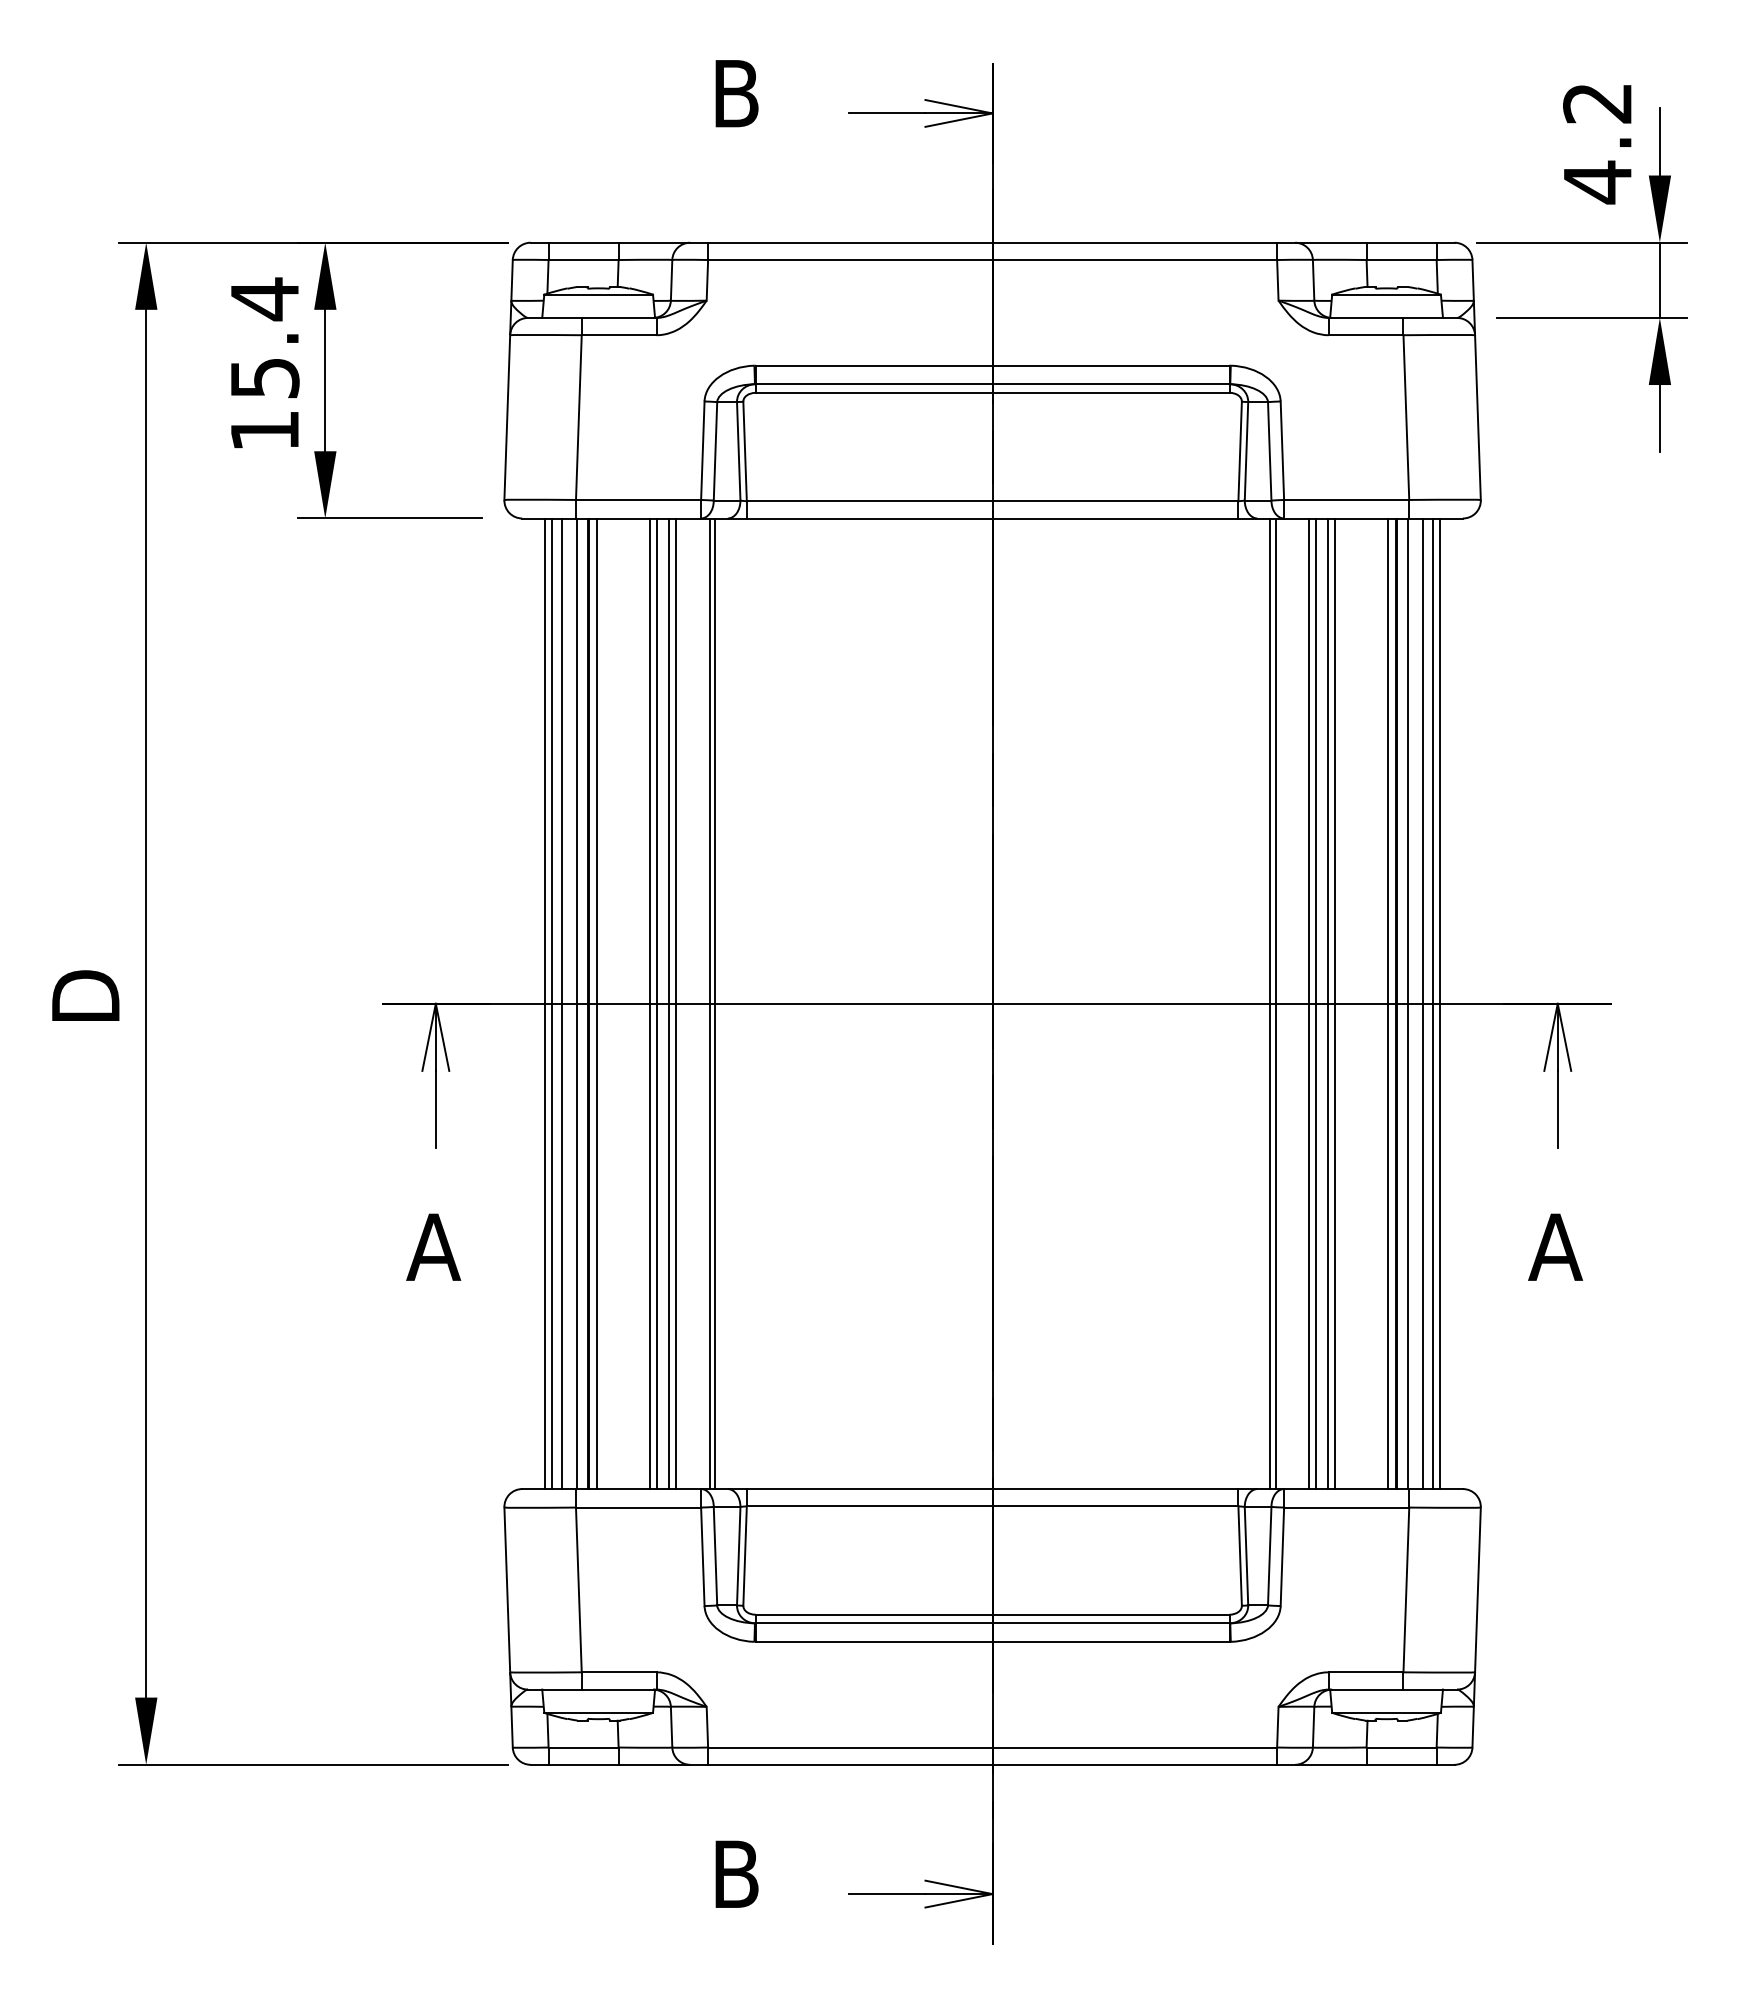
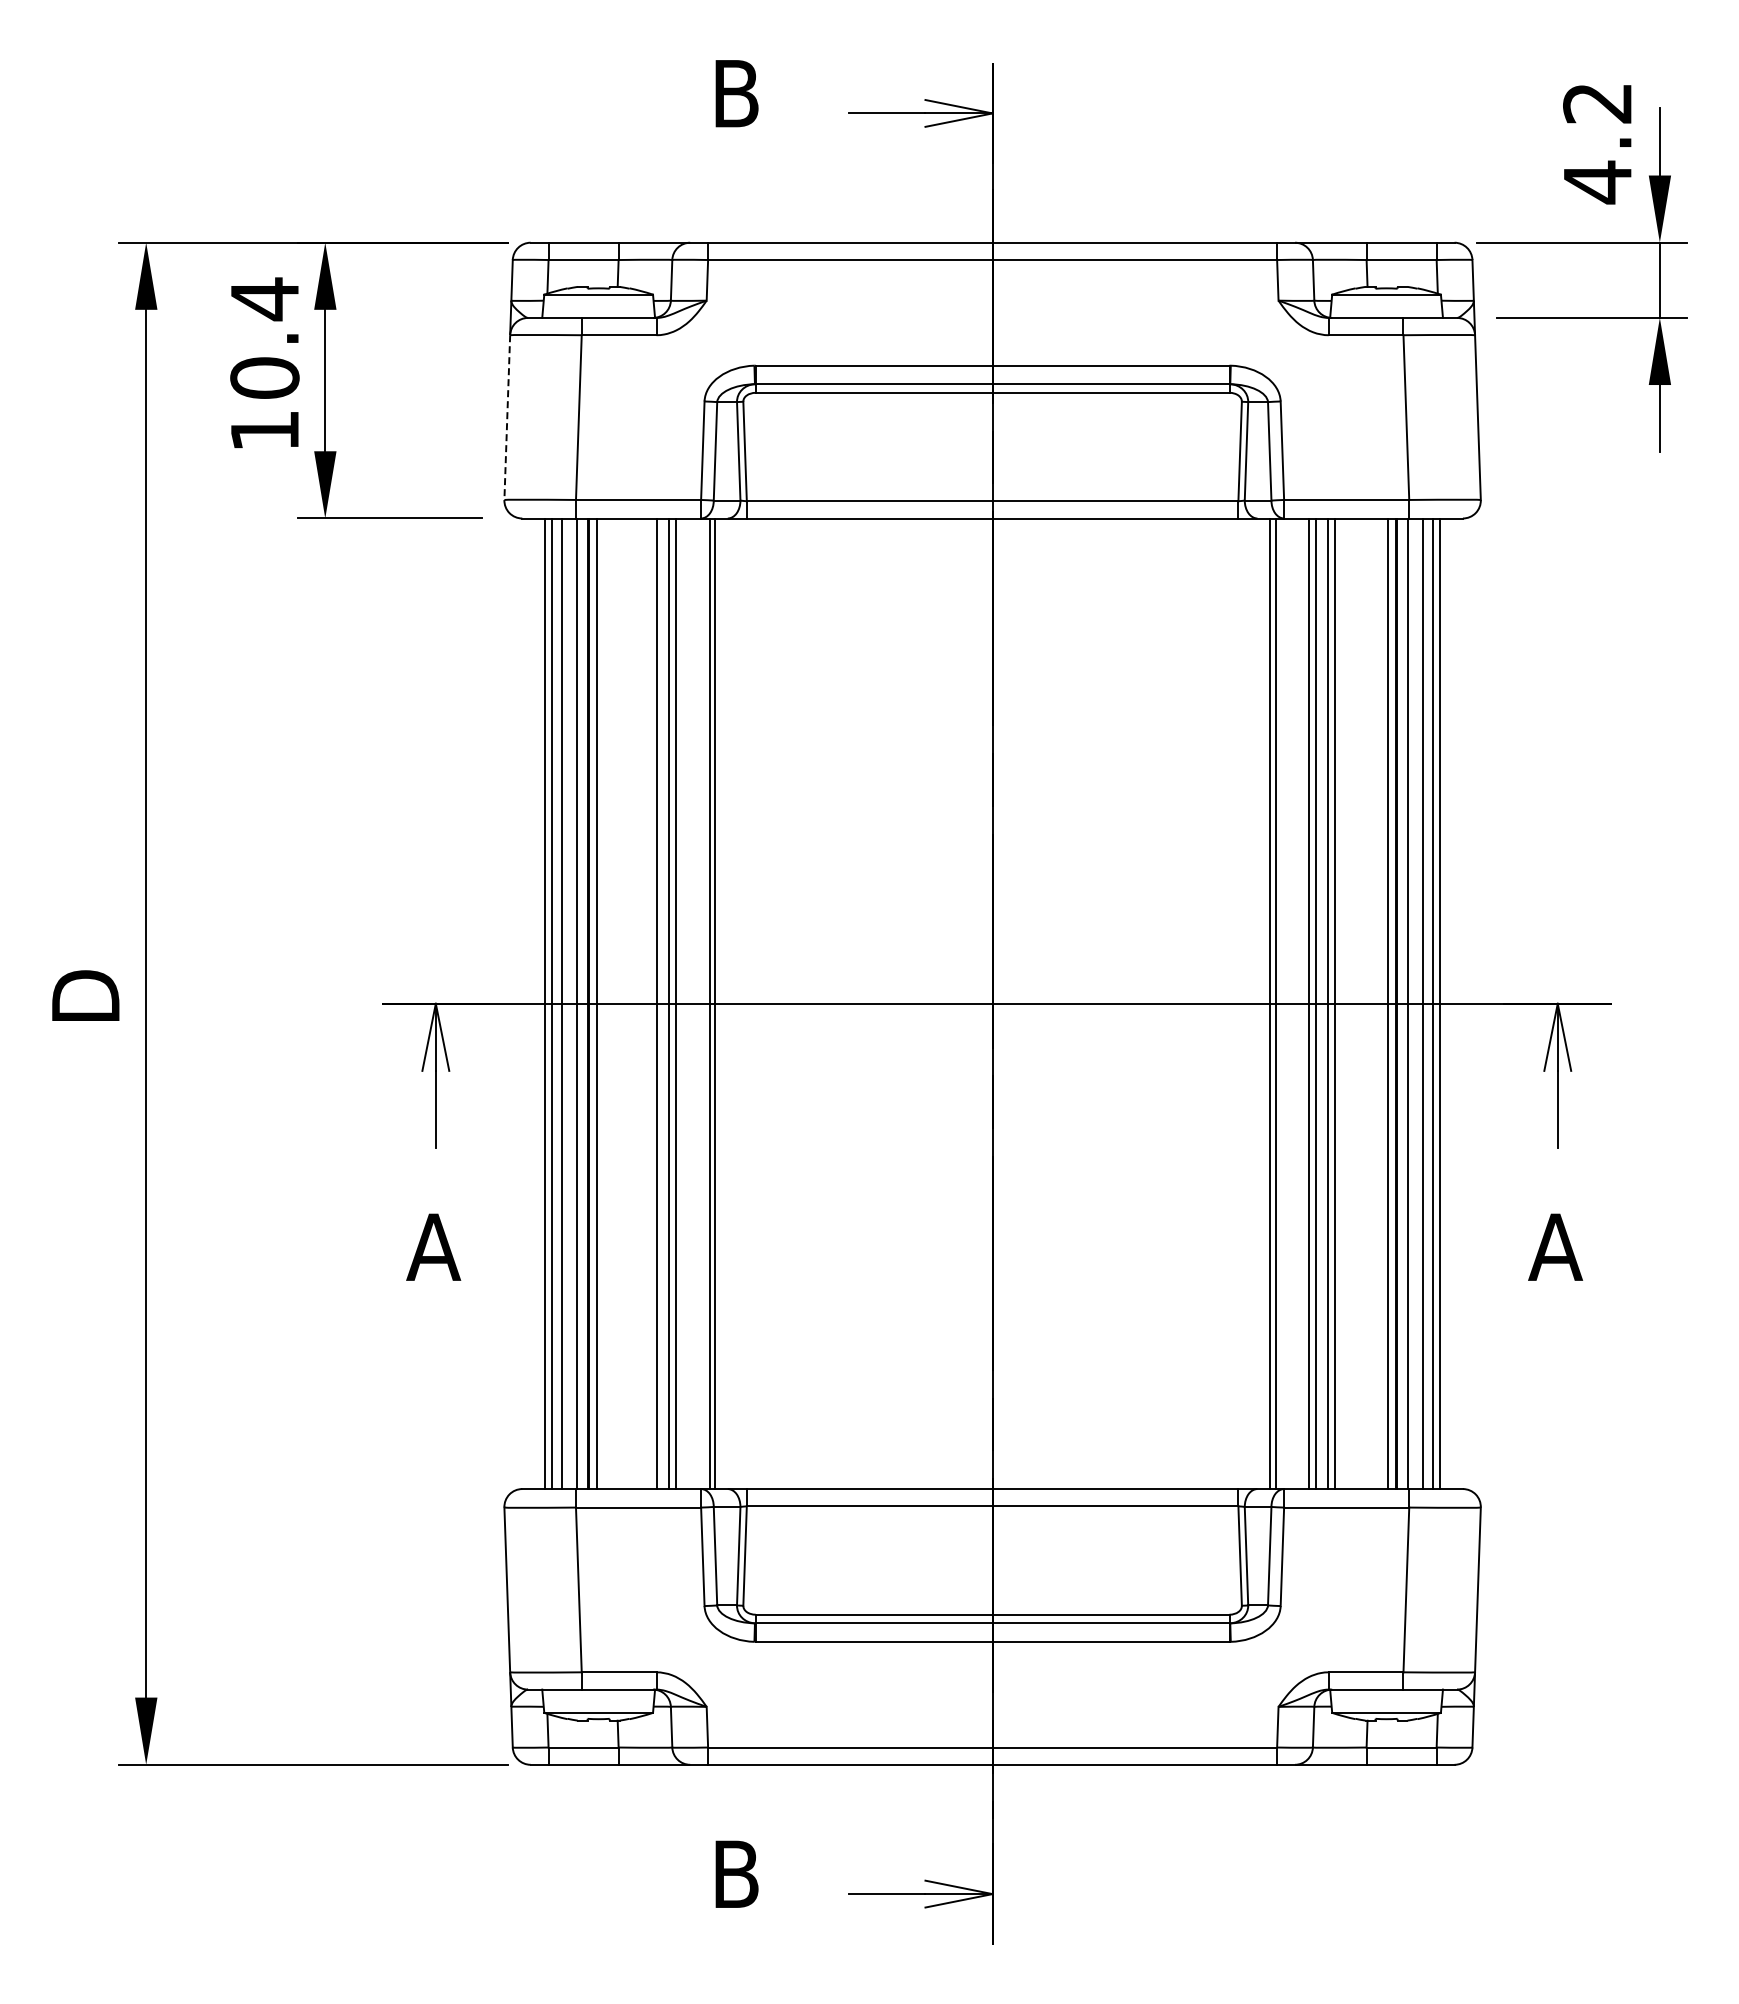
text at (264, 377): 15.4 -> 10.4
line at (507, 418): solid -> dashed
line at (650, 1003): present -> none
